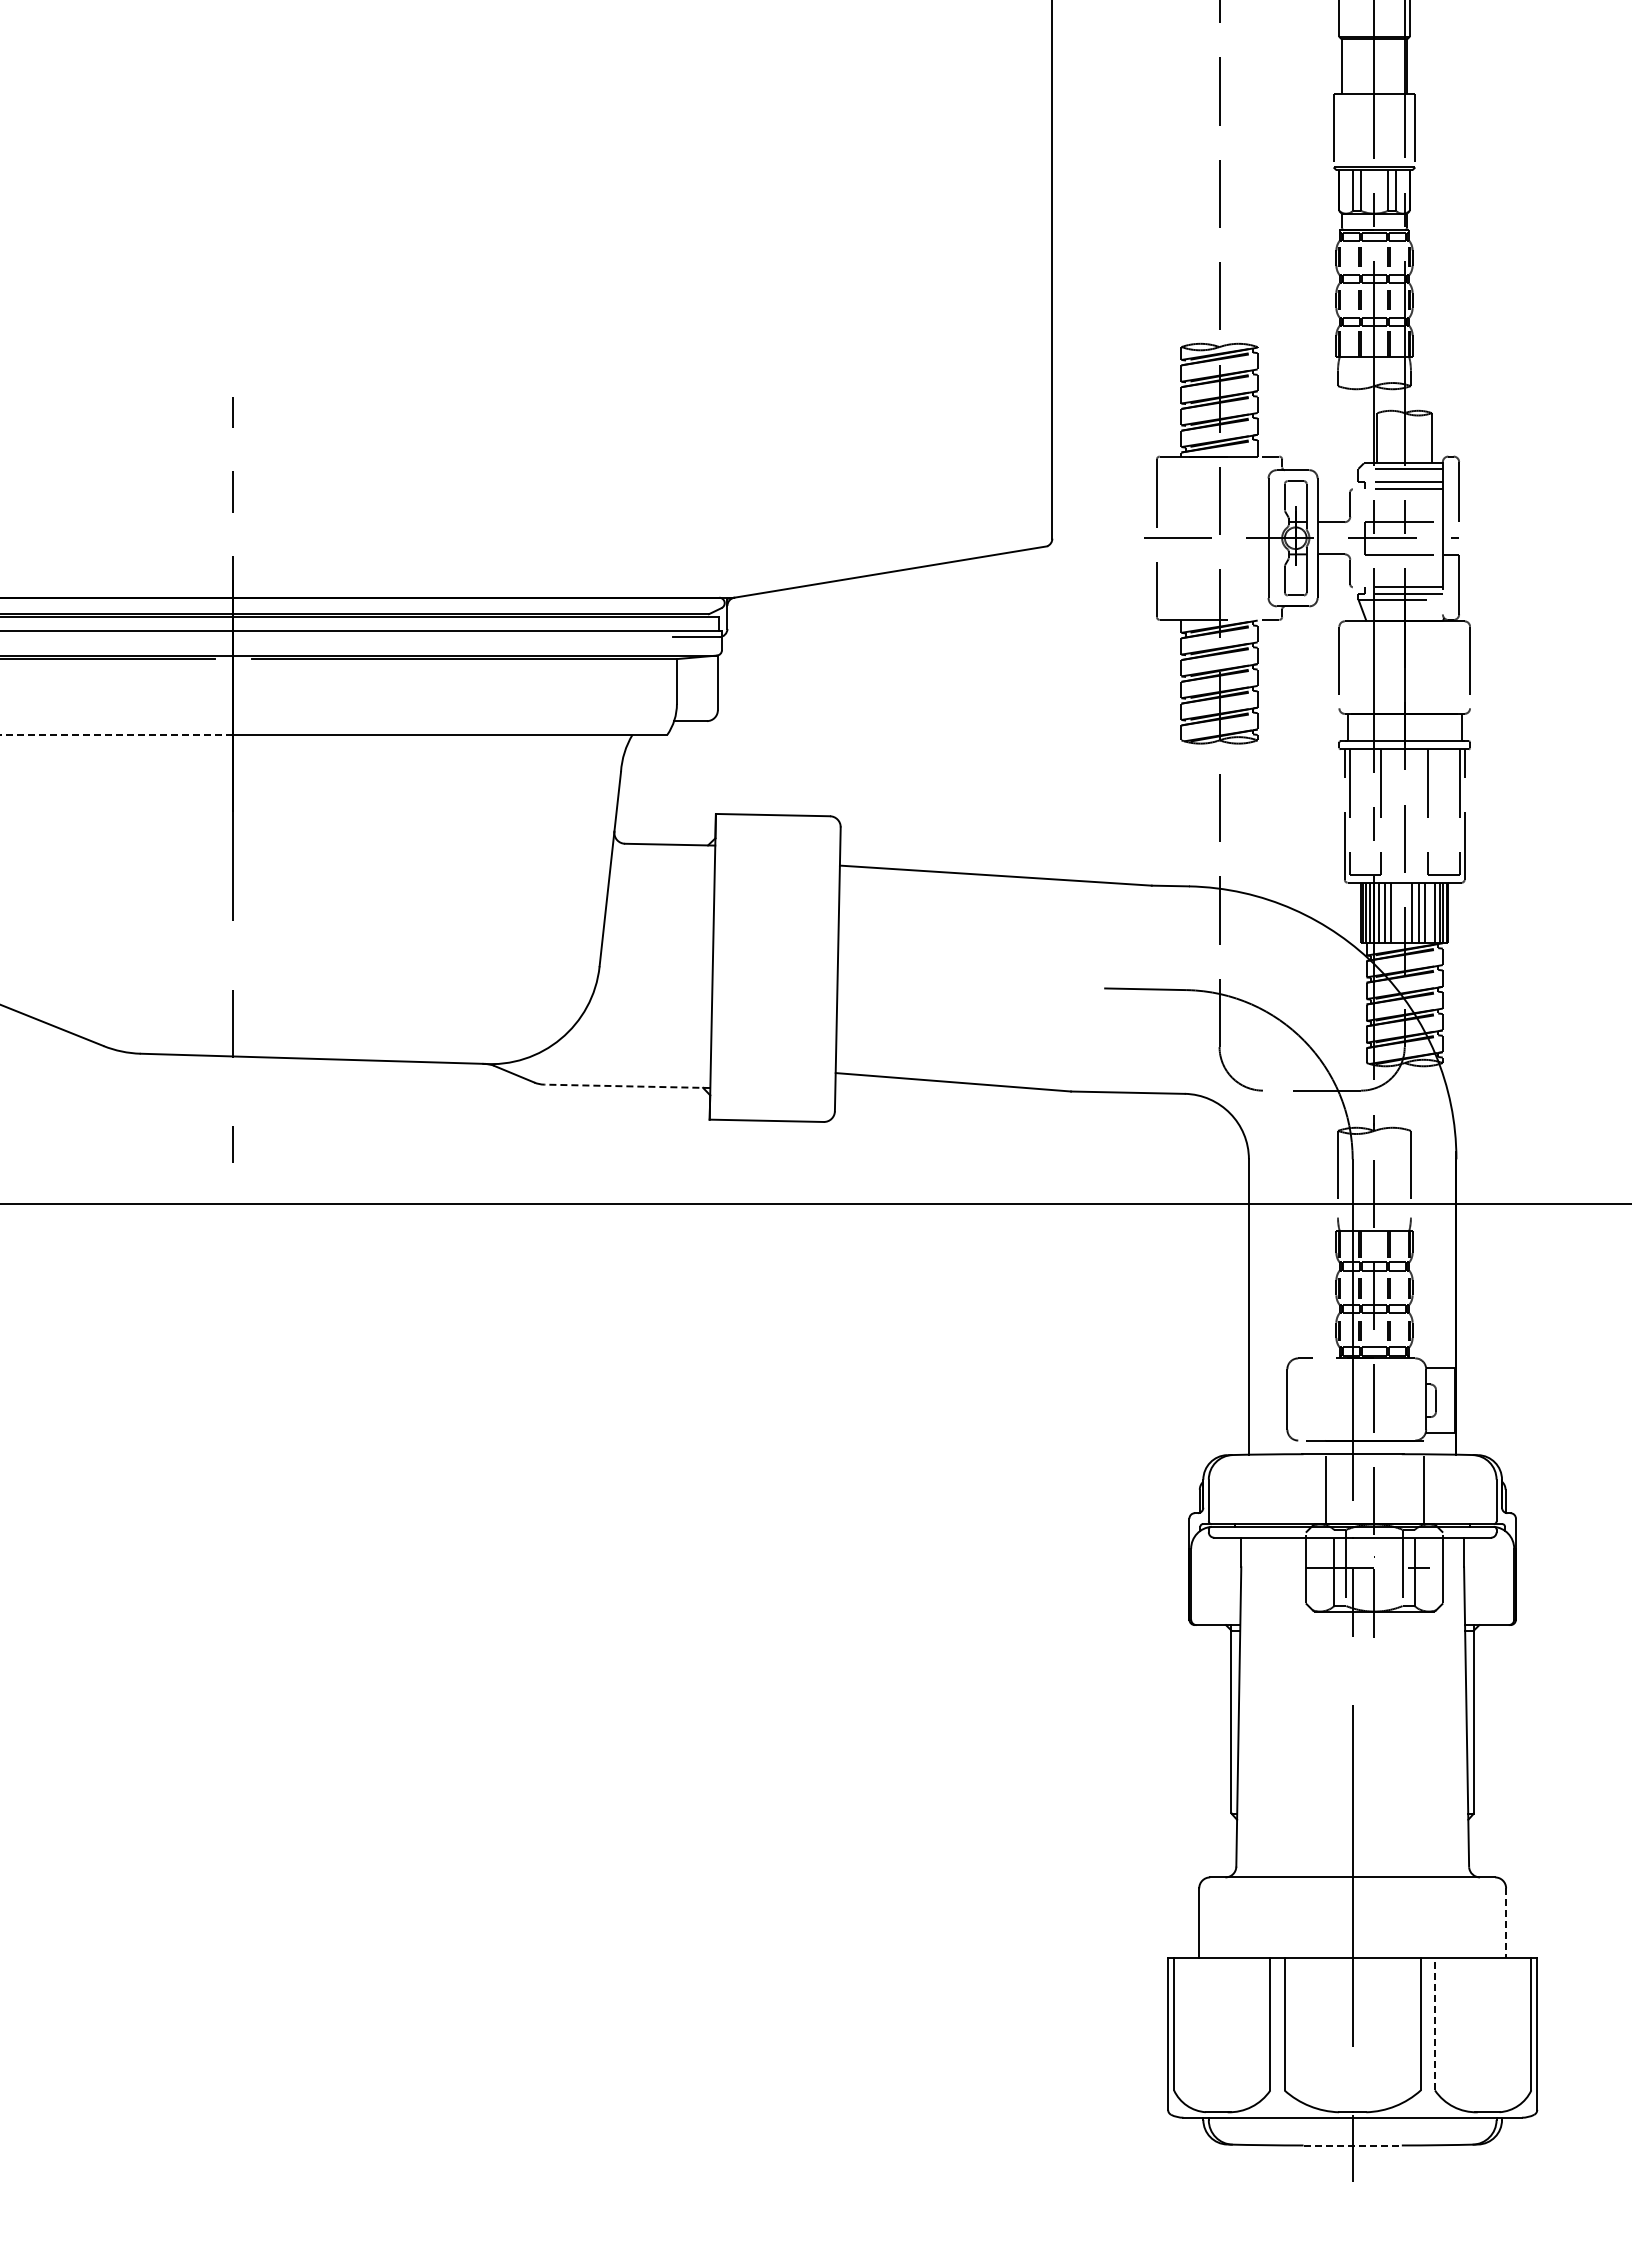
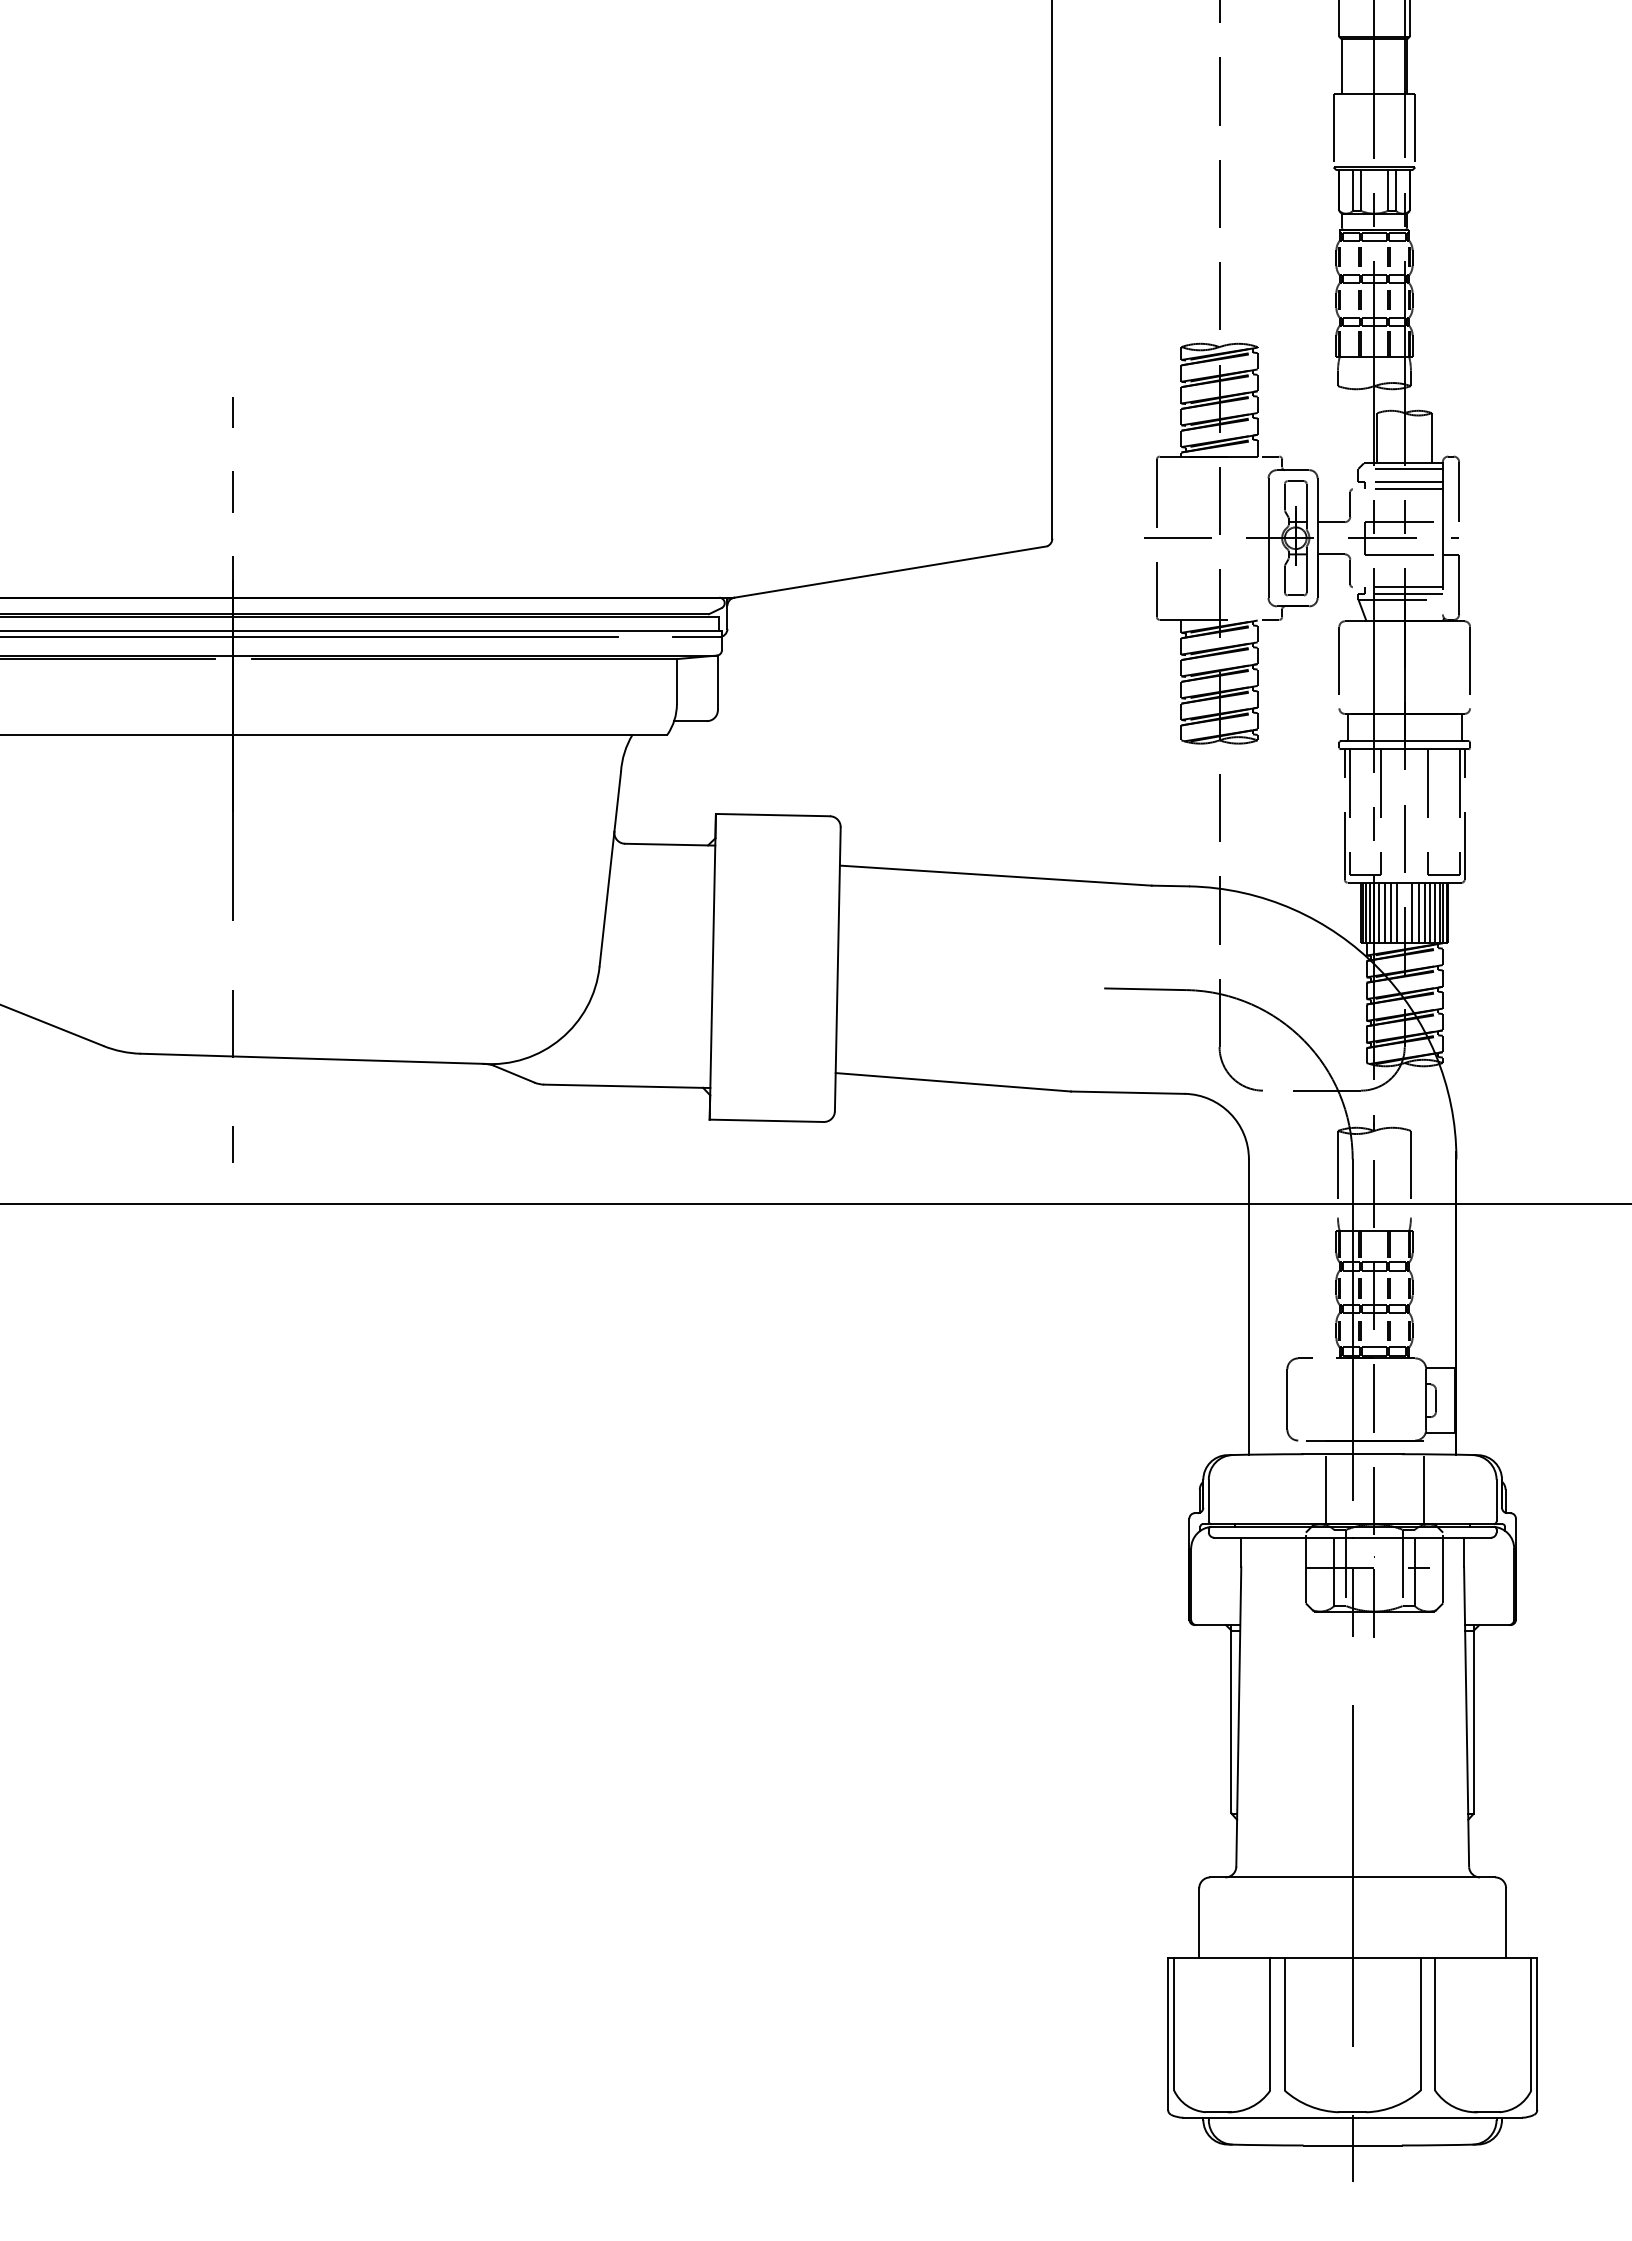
line at (310, 637): none -> present
line at (116, 734): dashed -> solid
line at (1397, 912): none -> present
line at (1430, 912): none -> present
line at (626, 1086): dashed -> solid
line at (1506, 1923): dashed -> solid
line at (1435, 2023): dashed -> solid
line at (1353, 2145): dashed -> solid
